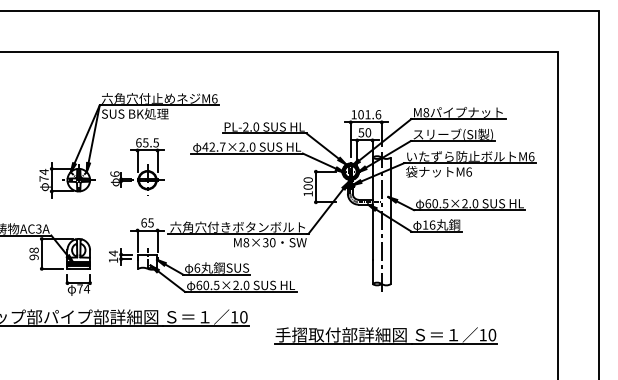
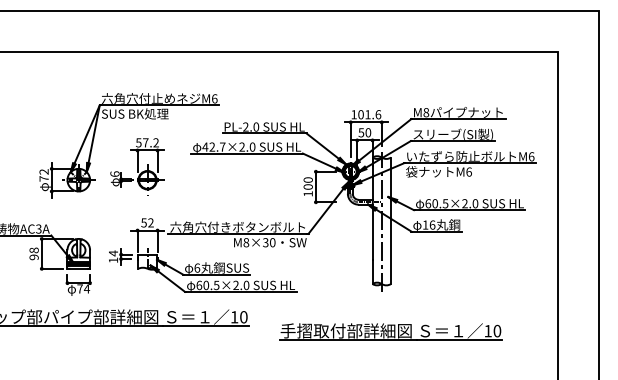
text at (147, 142): 65.5 -> 57.2
text at (43, 172): 74 -> 72
text at (147, 222): 65 -> 52
part at (385, 335) position: (385, 335) -> (390, 331)
